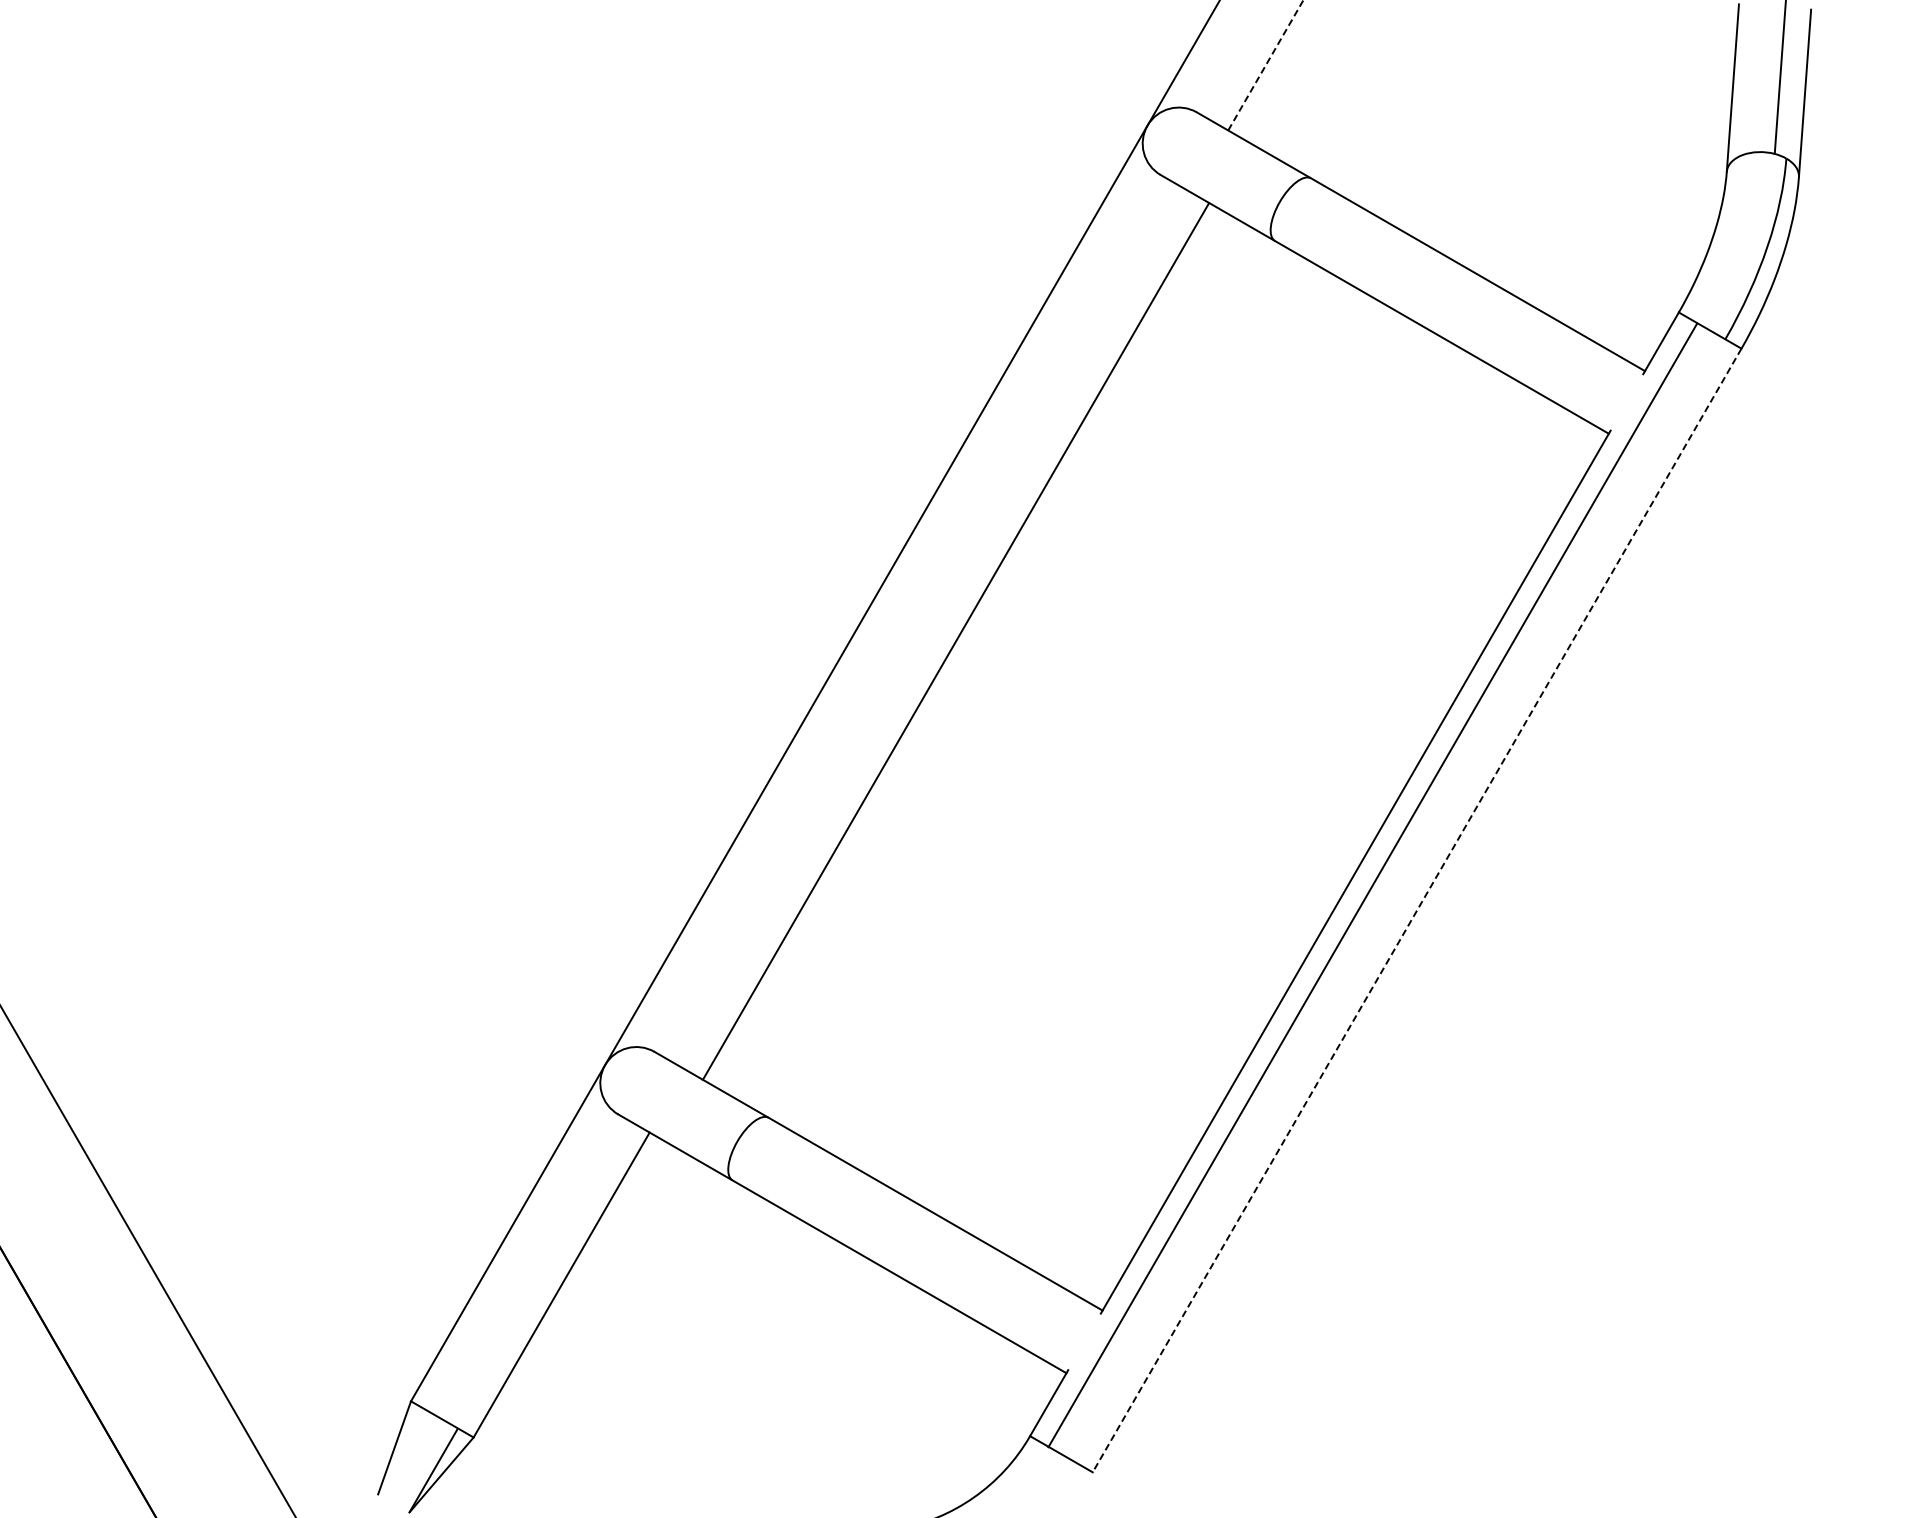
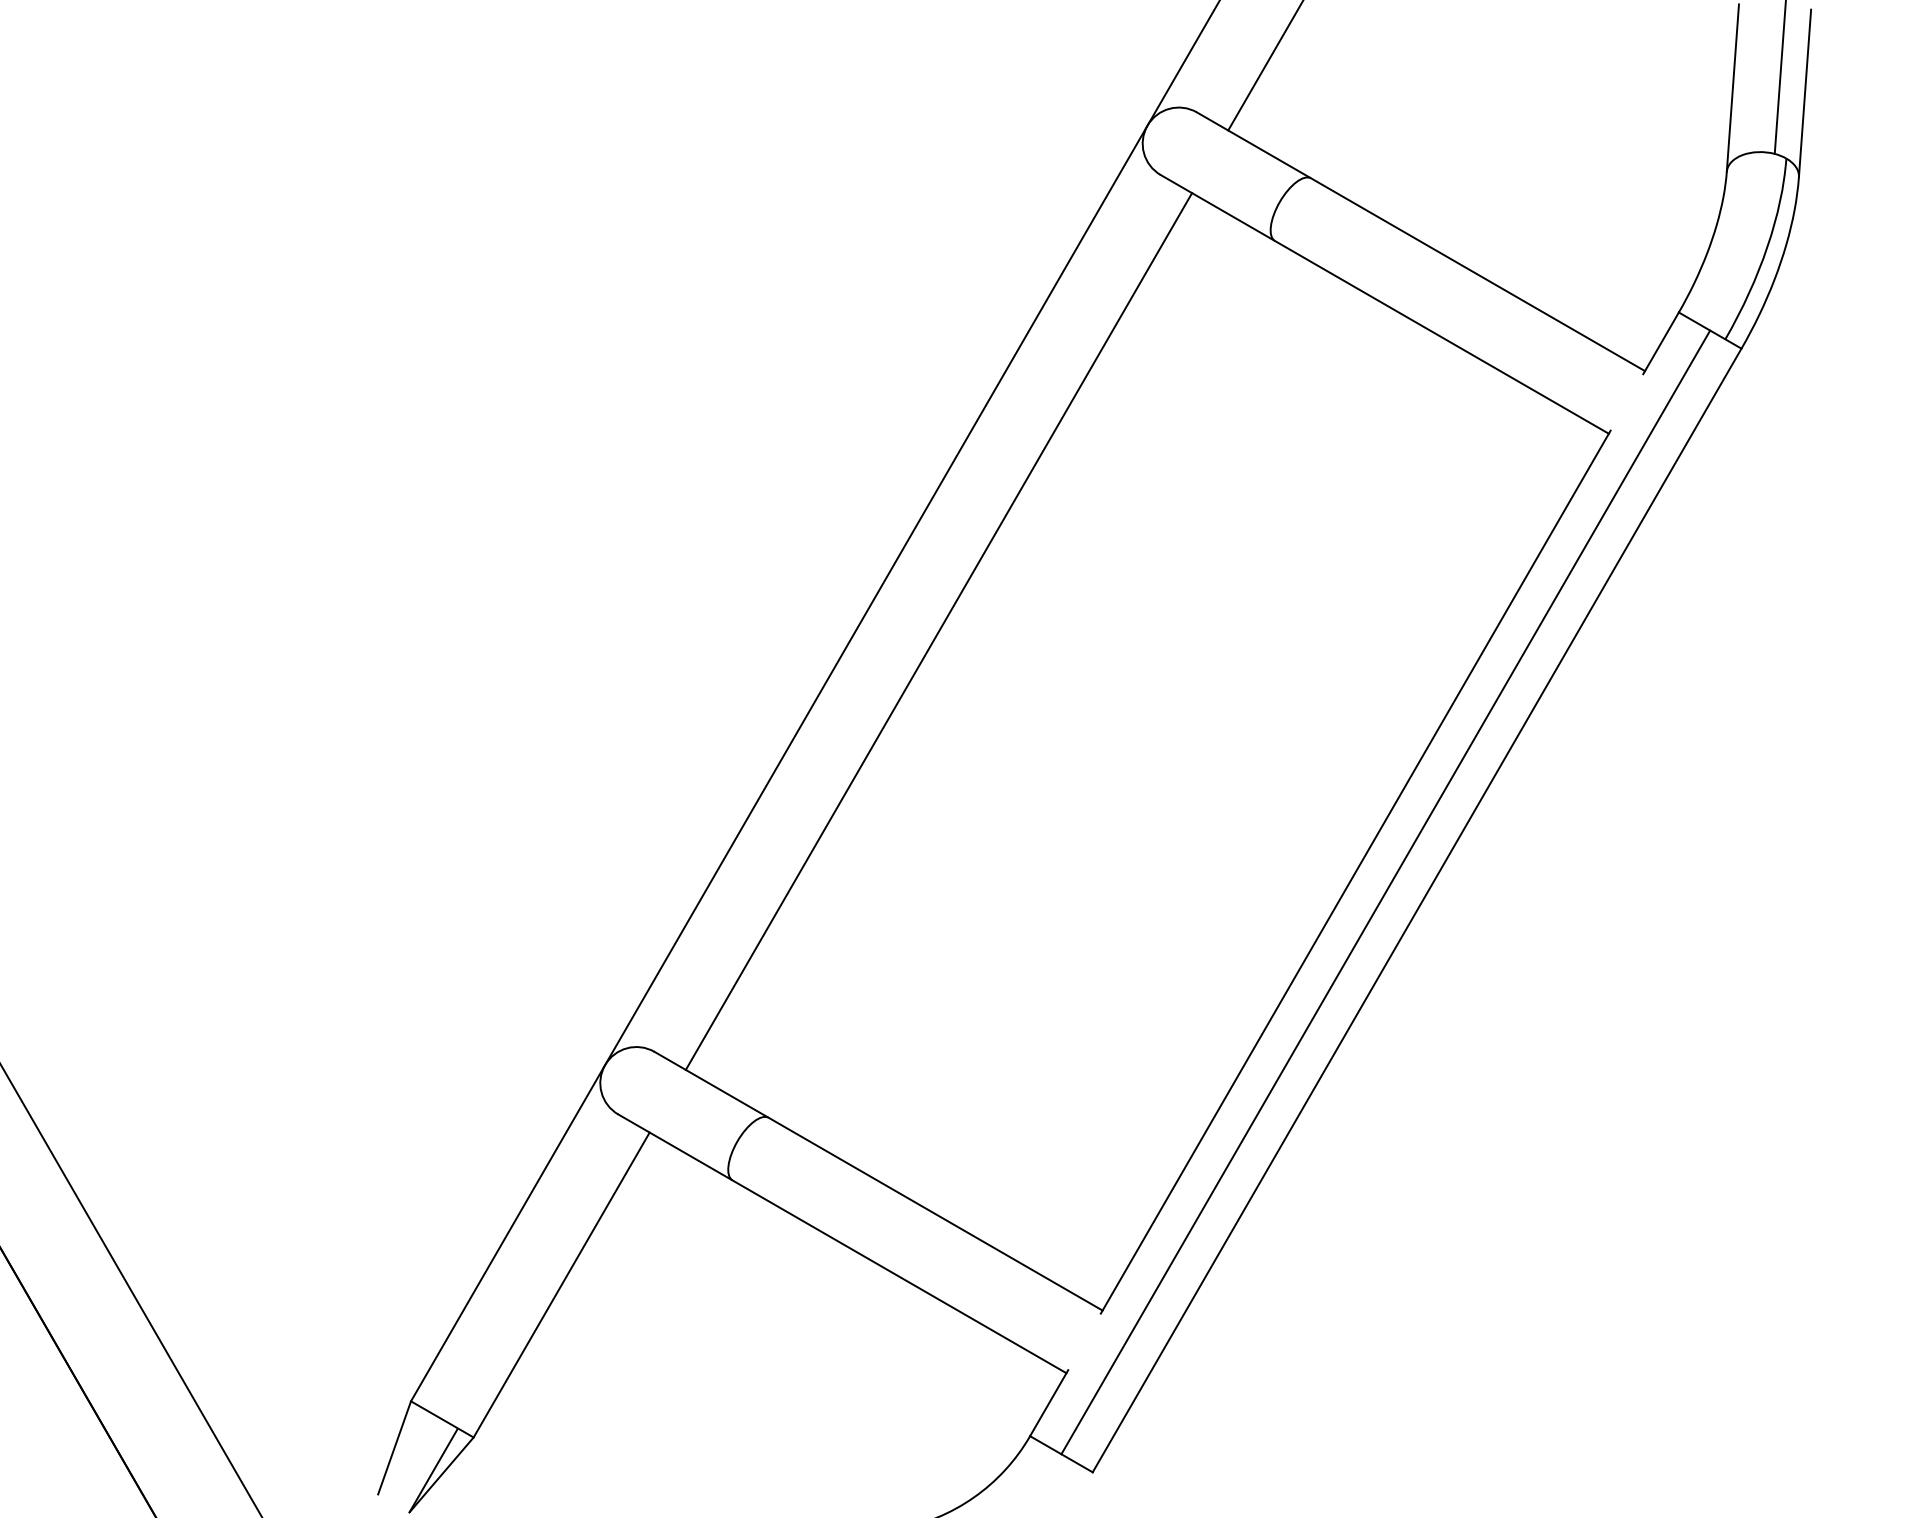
line at (1265, 65): dashed -> solid
line at (955, 641) position: (955, 641) -> (938, 631)
line at (1372, 885) position: (1372, 885) -> (1385, 892)
line at (1417, 910): dashed -> solid
line at (148, 1261) position: (148, 1261) -> (131, 1290)
